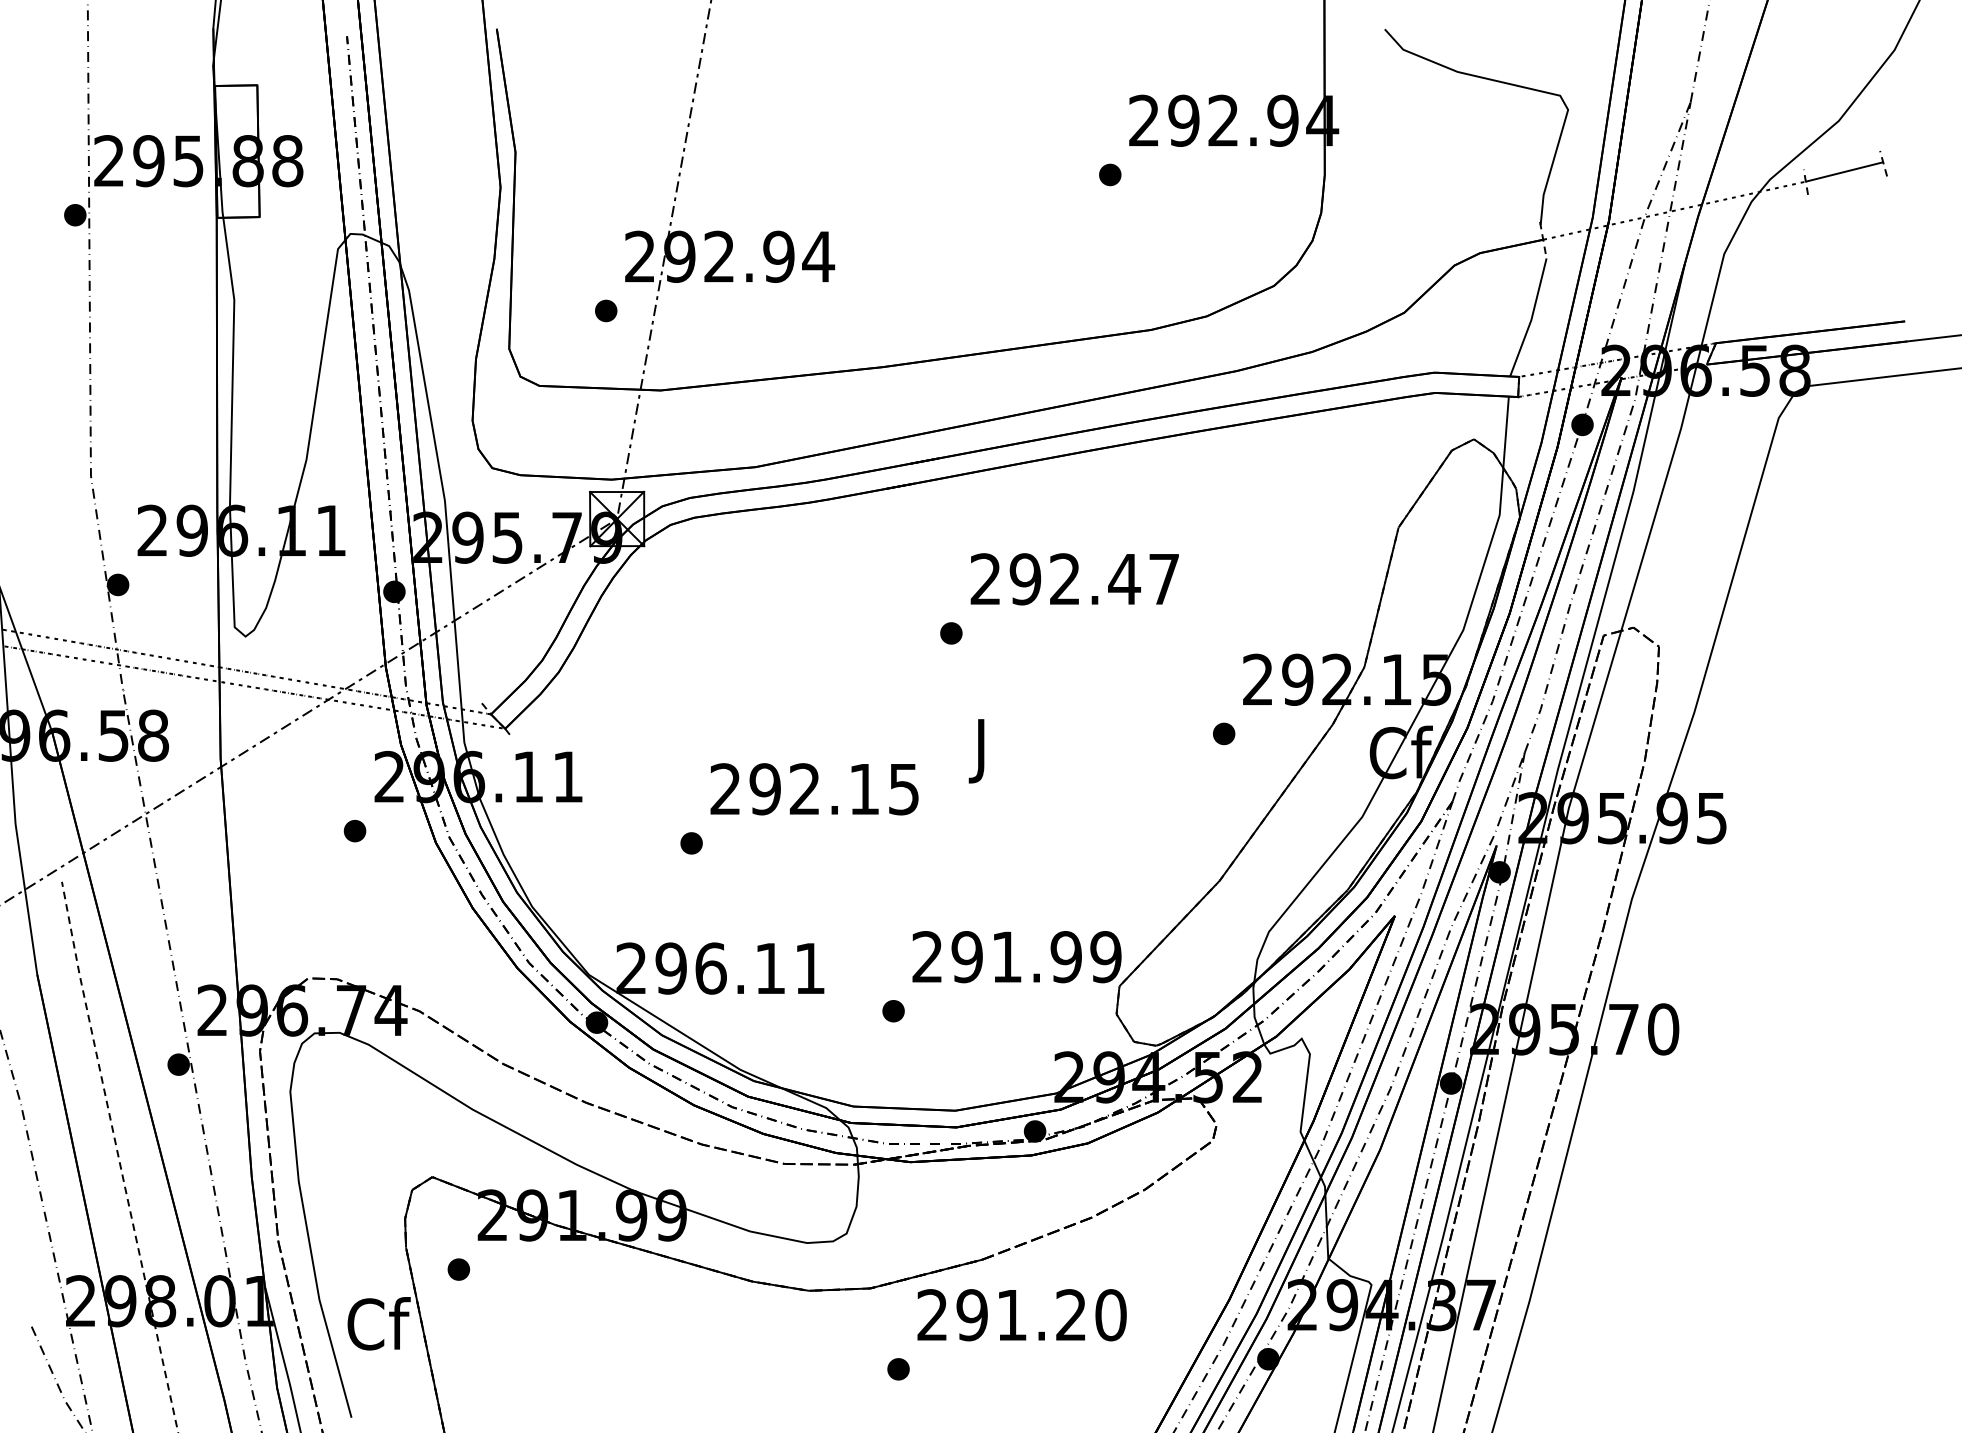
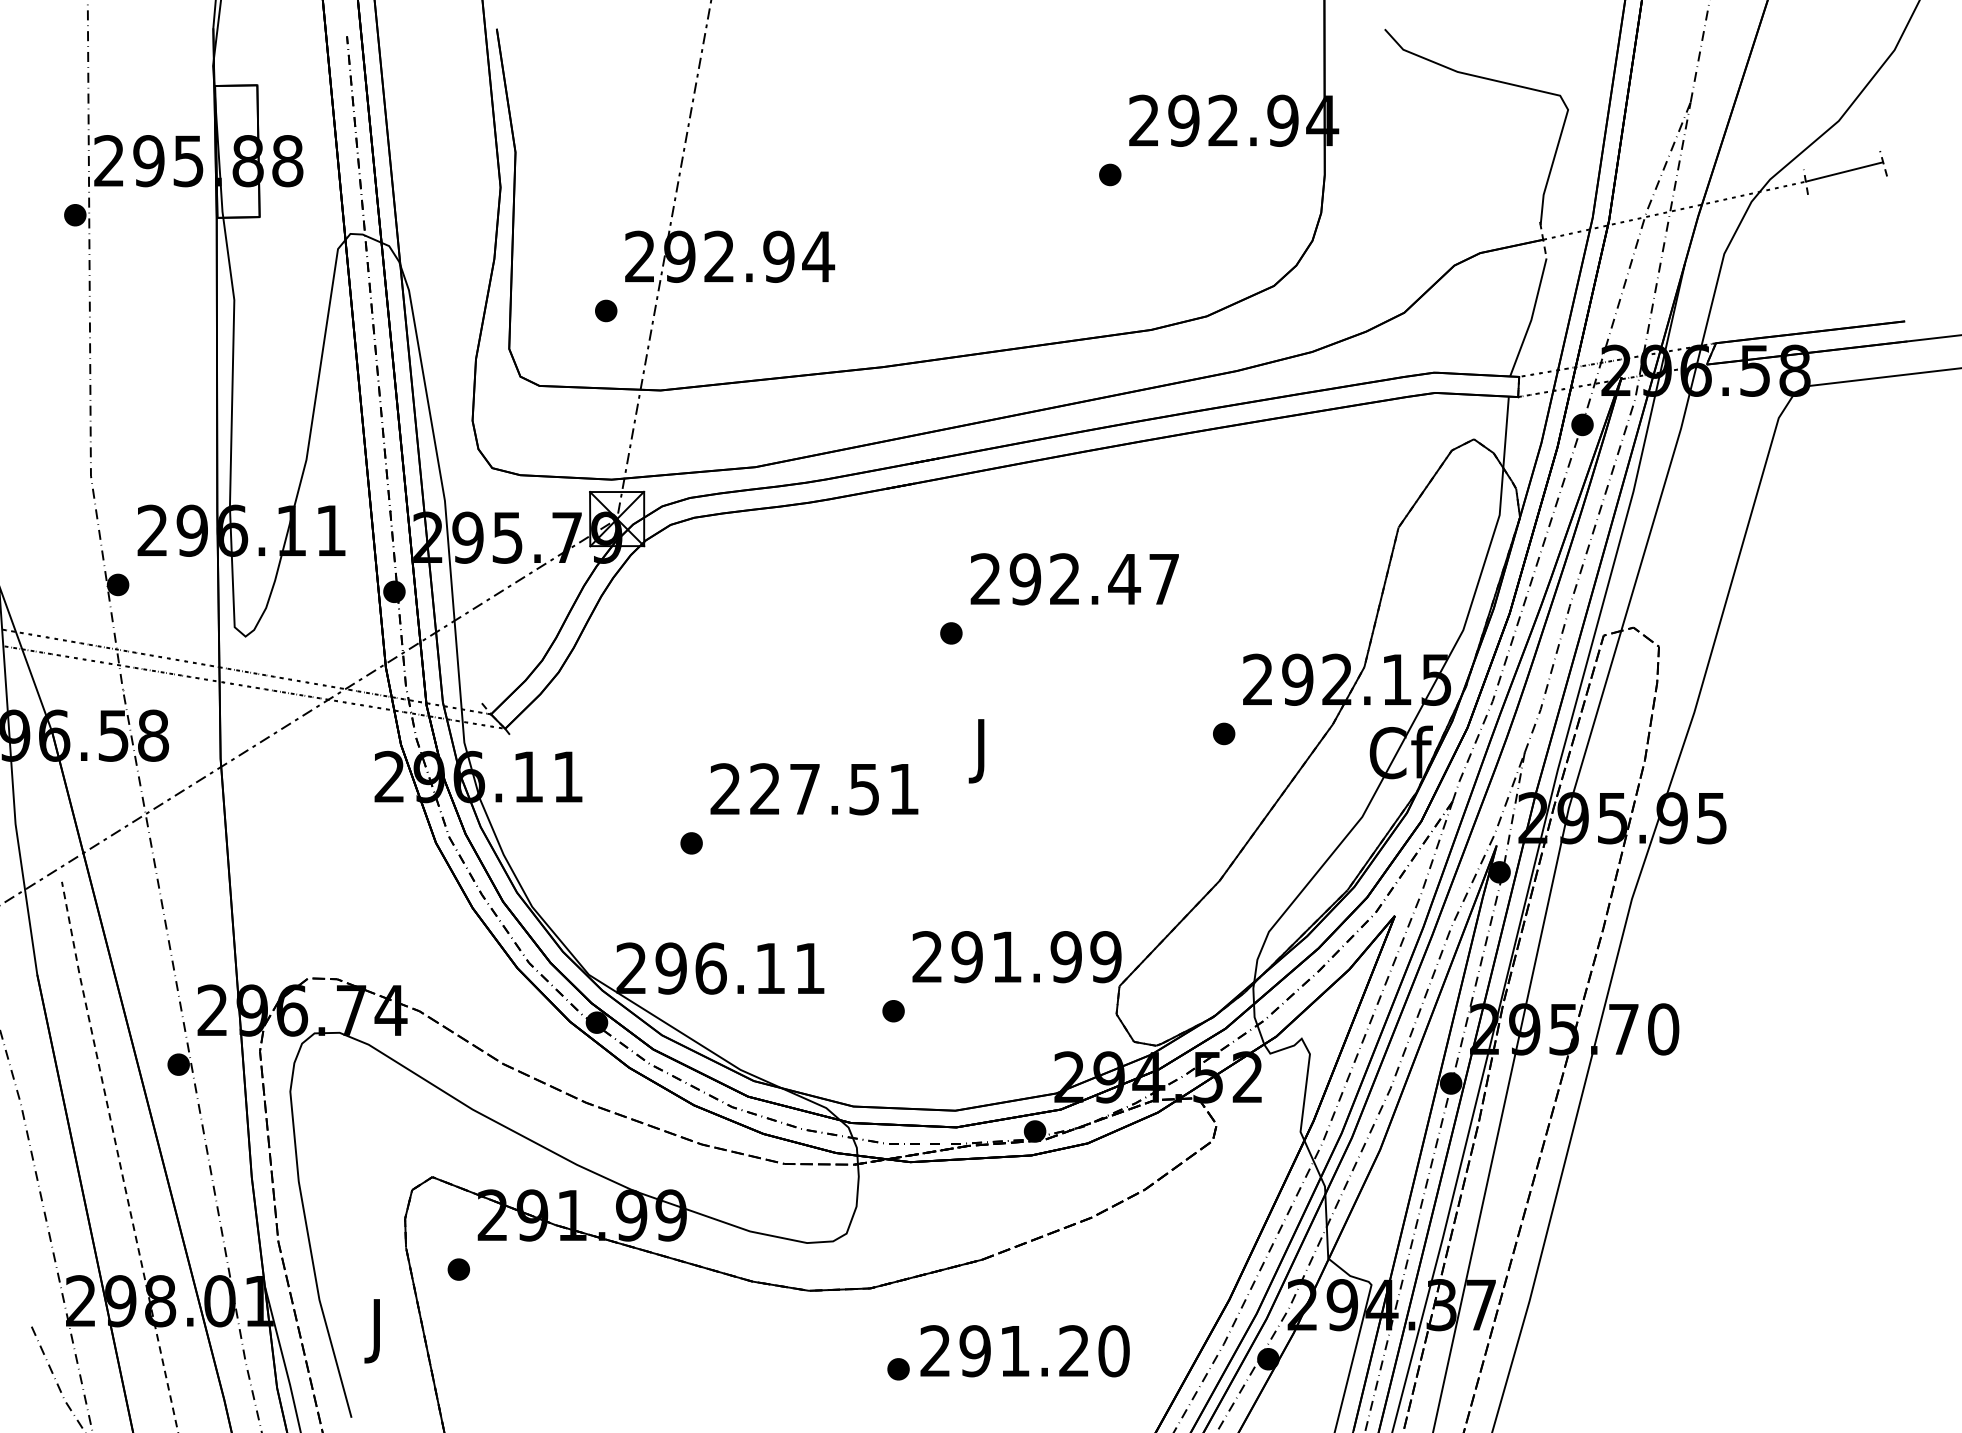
text at (833, 789): 292.15 -> 227.51
part at (354, 831): present -> none
text at (1021, 1315) position: (1021, 1315) -> (1024, 1351)
text at (378, 1330): Cf -> J
